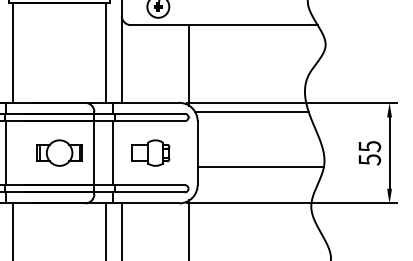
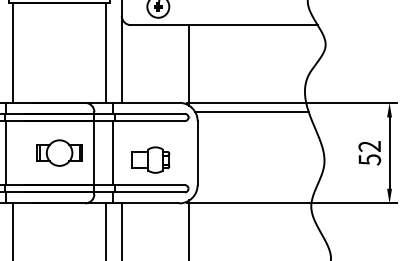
text at (369, 146): 55 -> 52
part at (150, 152) position: (150, 152) -> (150, 159)
line at (260, 166): present -> none
